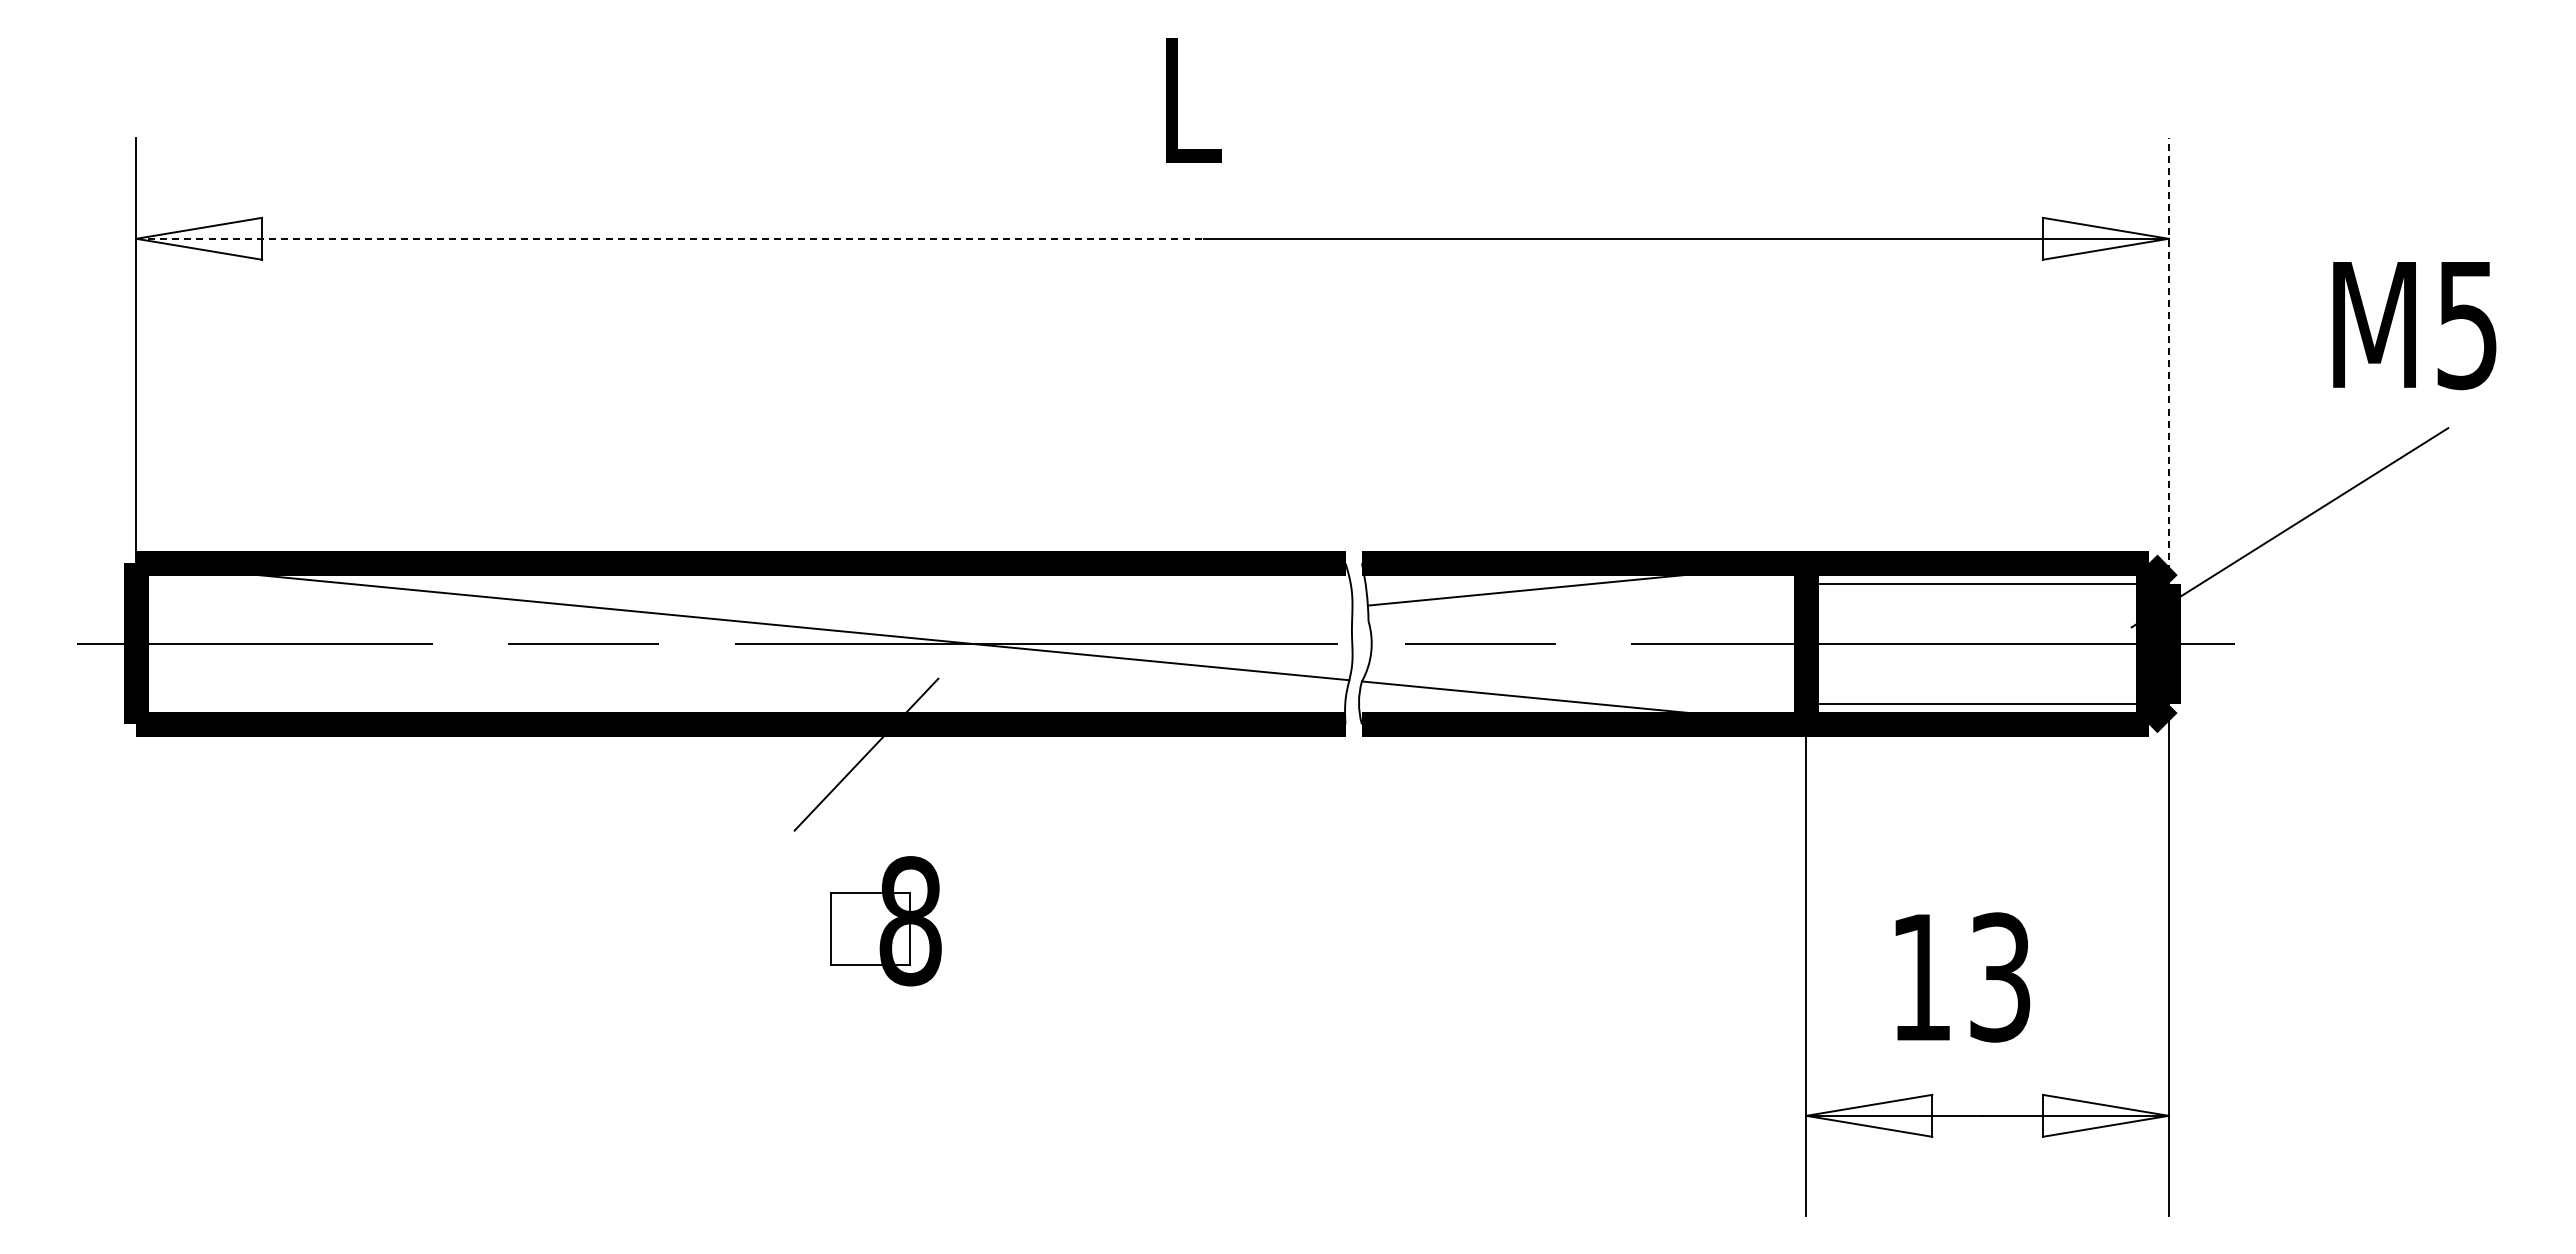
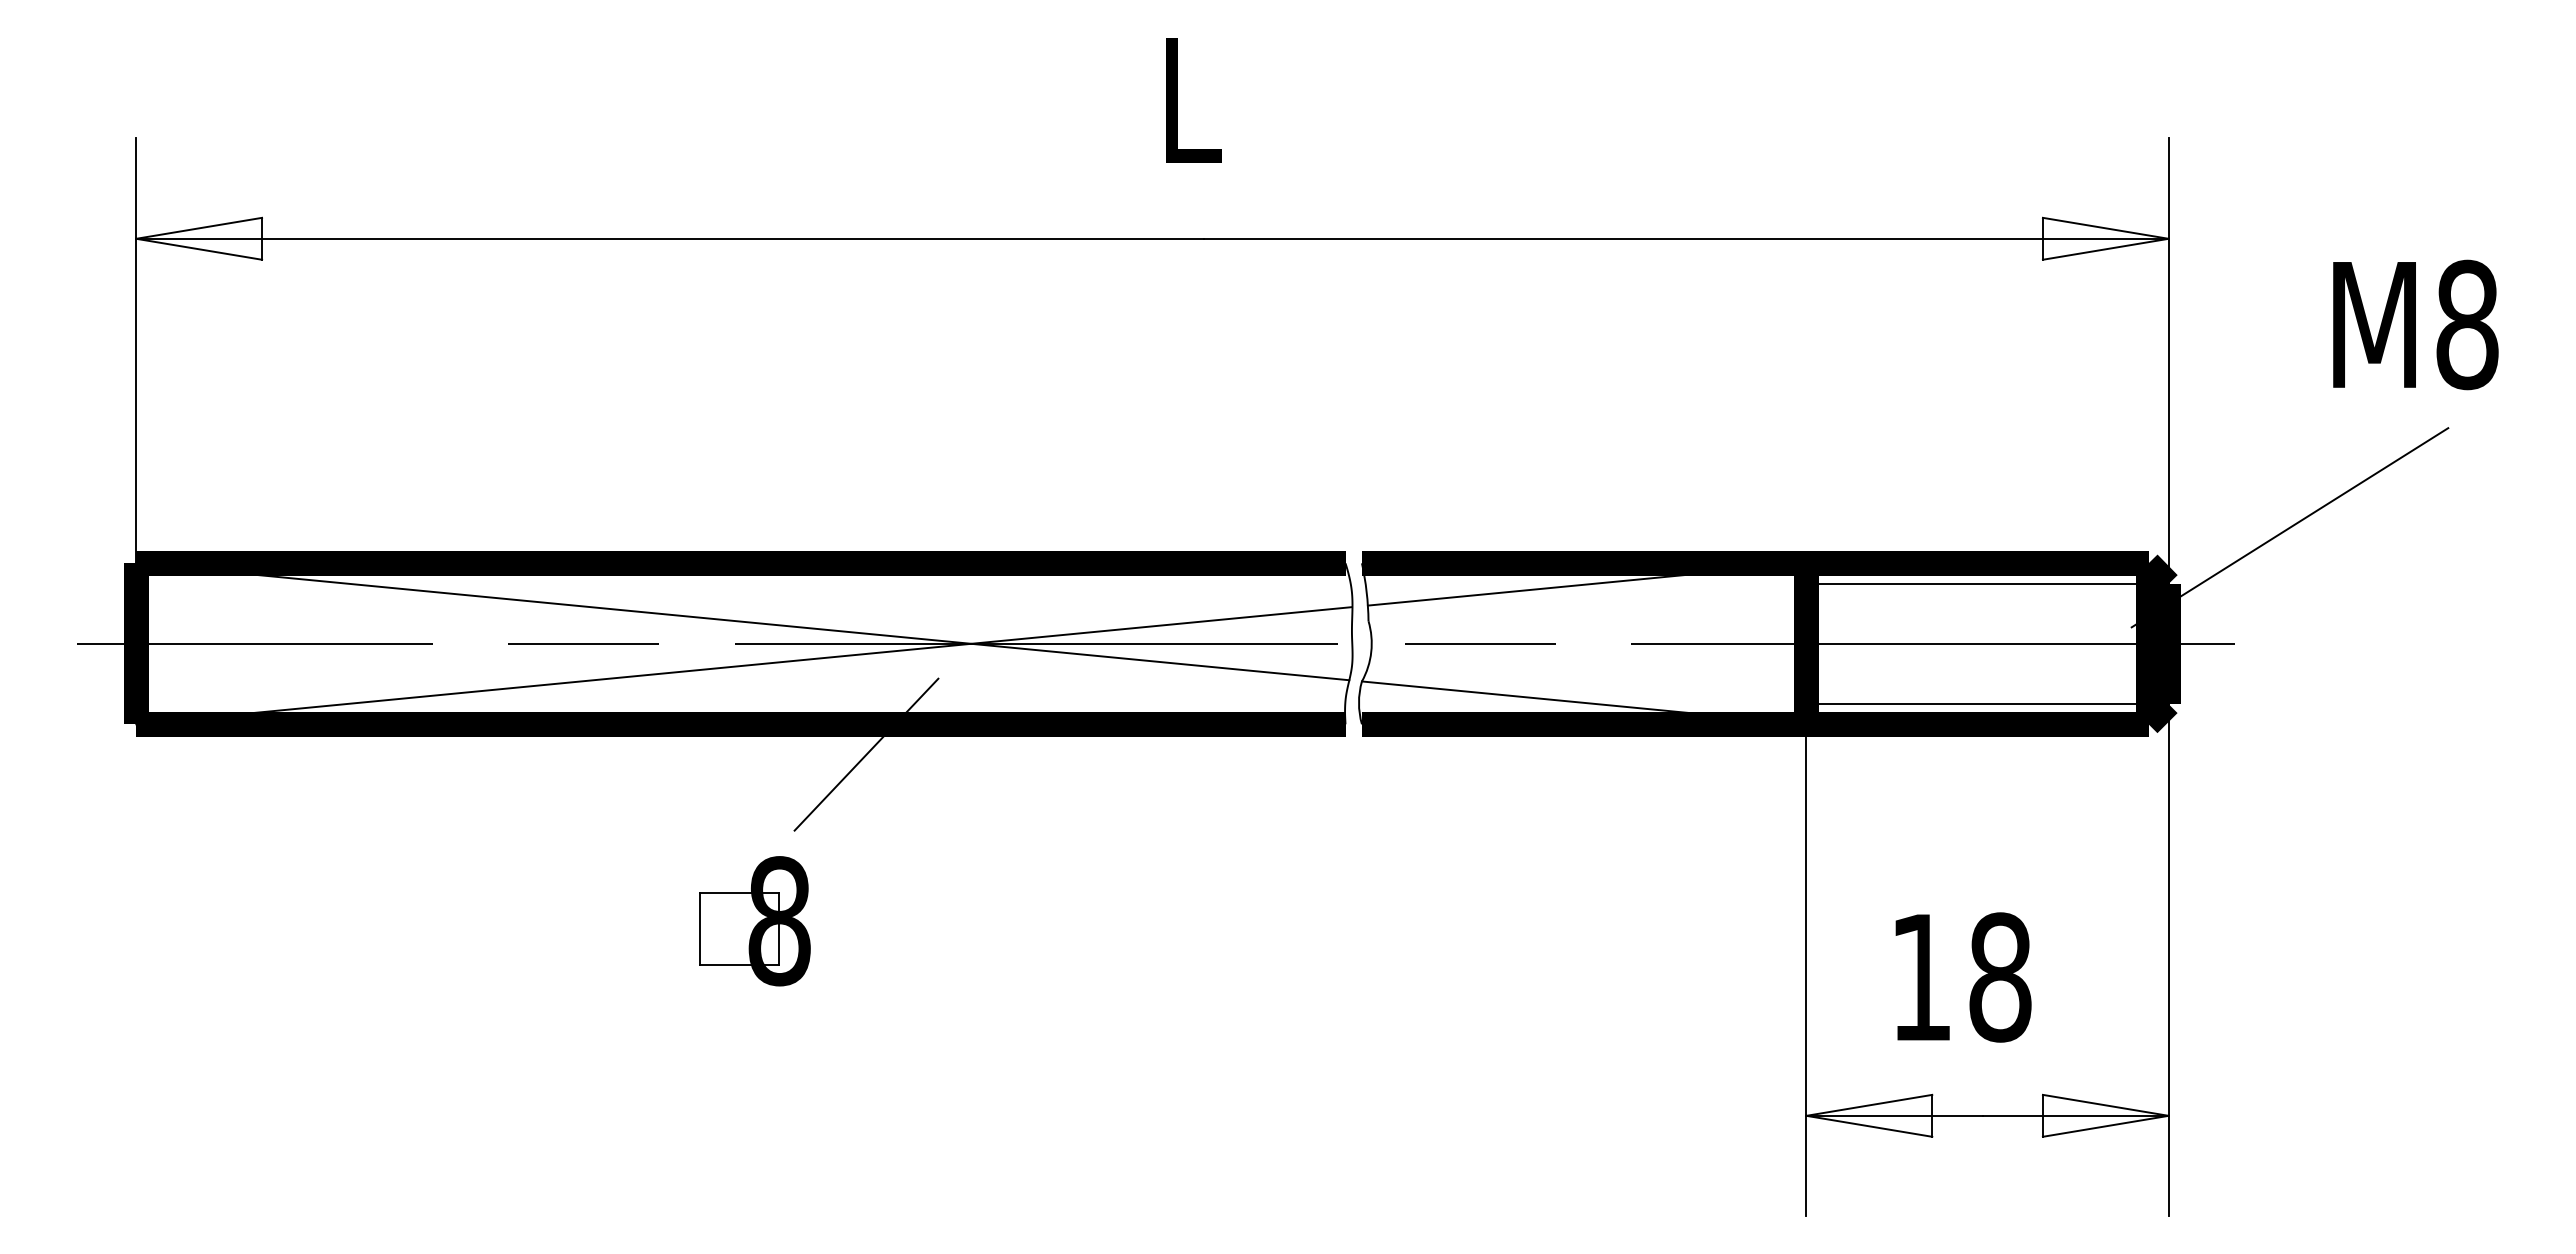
line at (670, 238): dashed -> solid
text at (2467, 324): M5 -> M8
line at (2168, 361): dashed -> solid
line at (744, 665): none -> present
part at (885, 921) position: (885, 921) -> (754, 921)
text at (2000, 977): 13 -> 18
